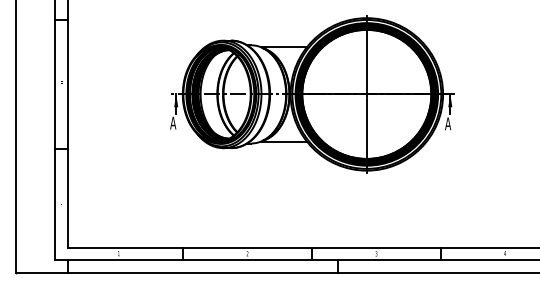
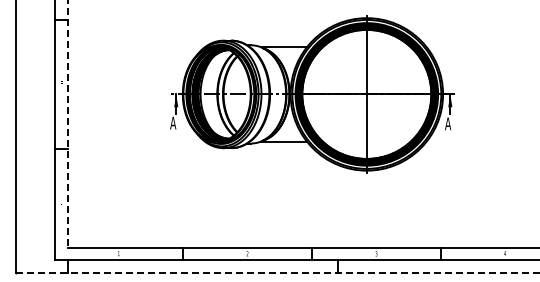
line at (67, 124): solid -> dashed
line at (278, 273): solid -> dashed
